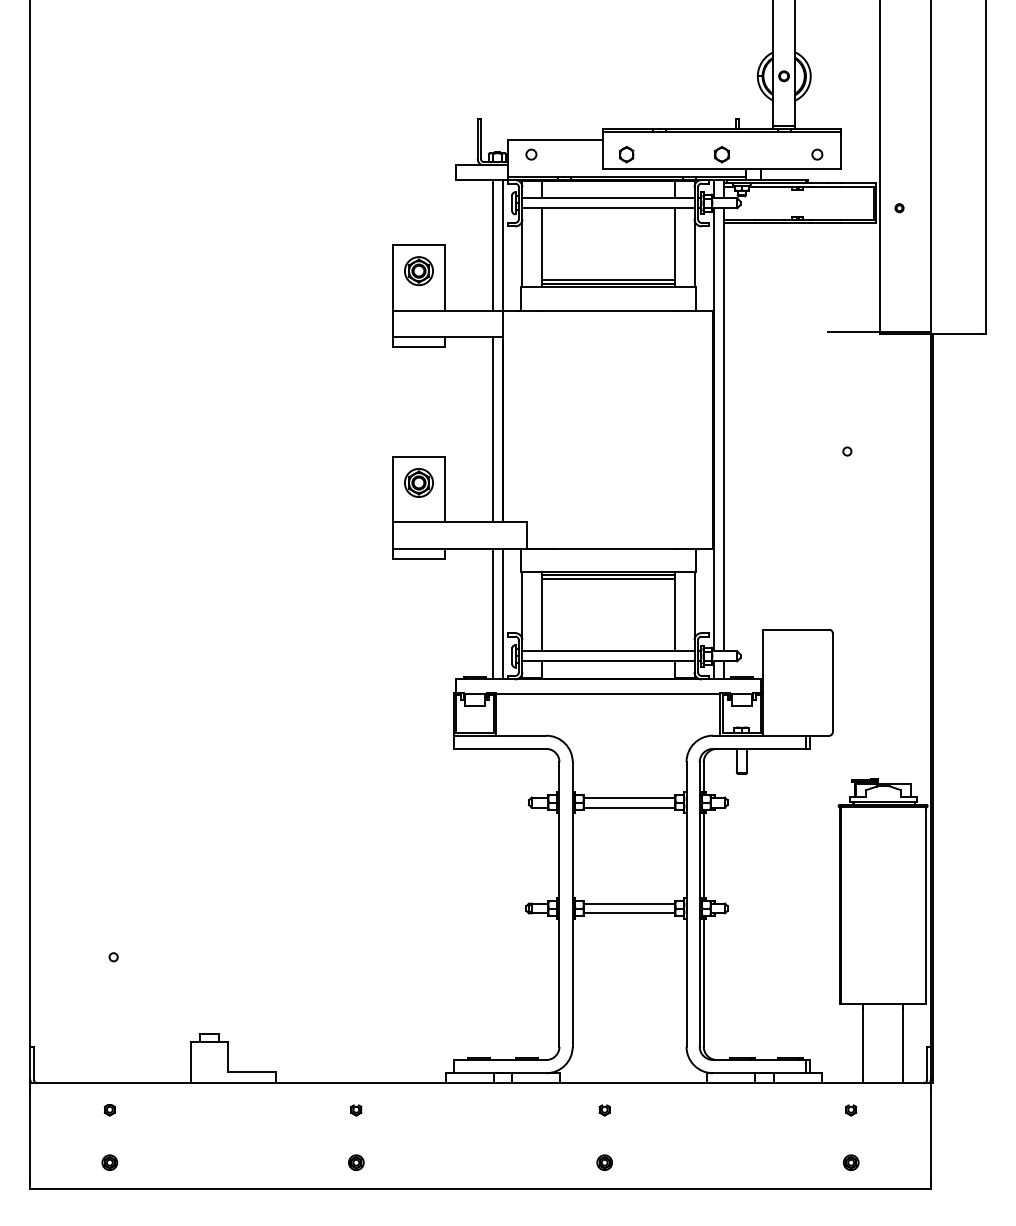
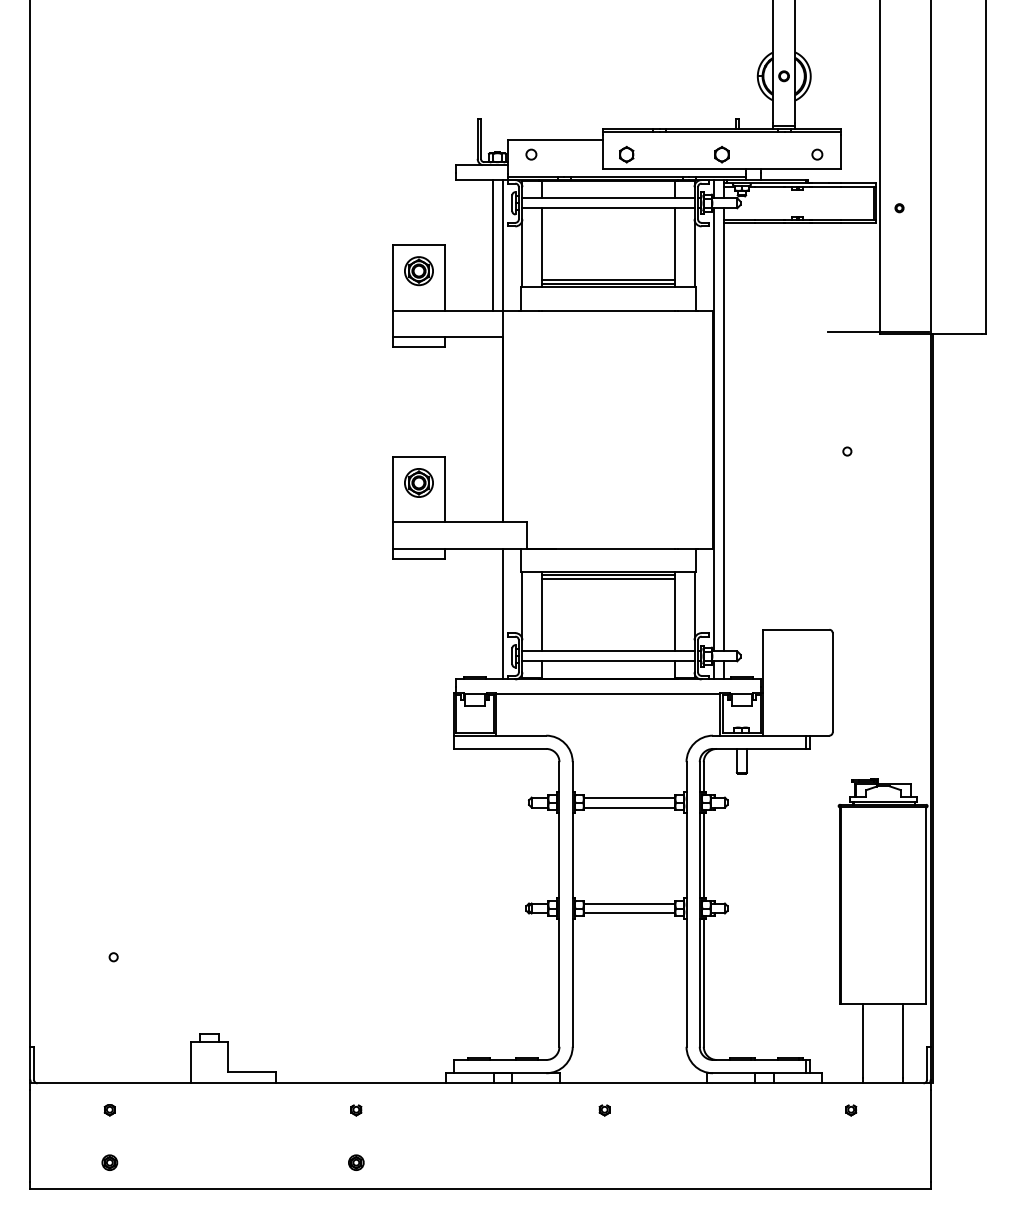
line at (492, 429): present -> none
line at (492, 613): present -> none
part at (604, 1162): present -> none
part at (850, 1162): present -> none
